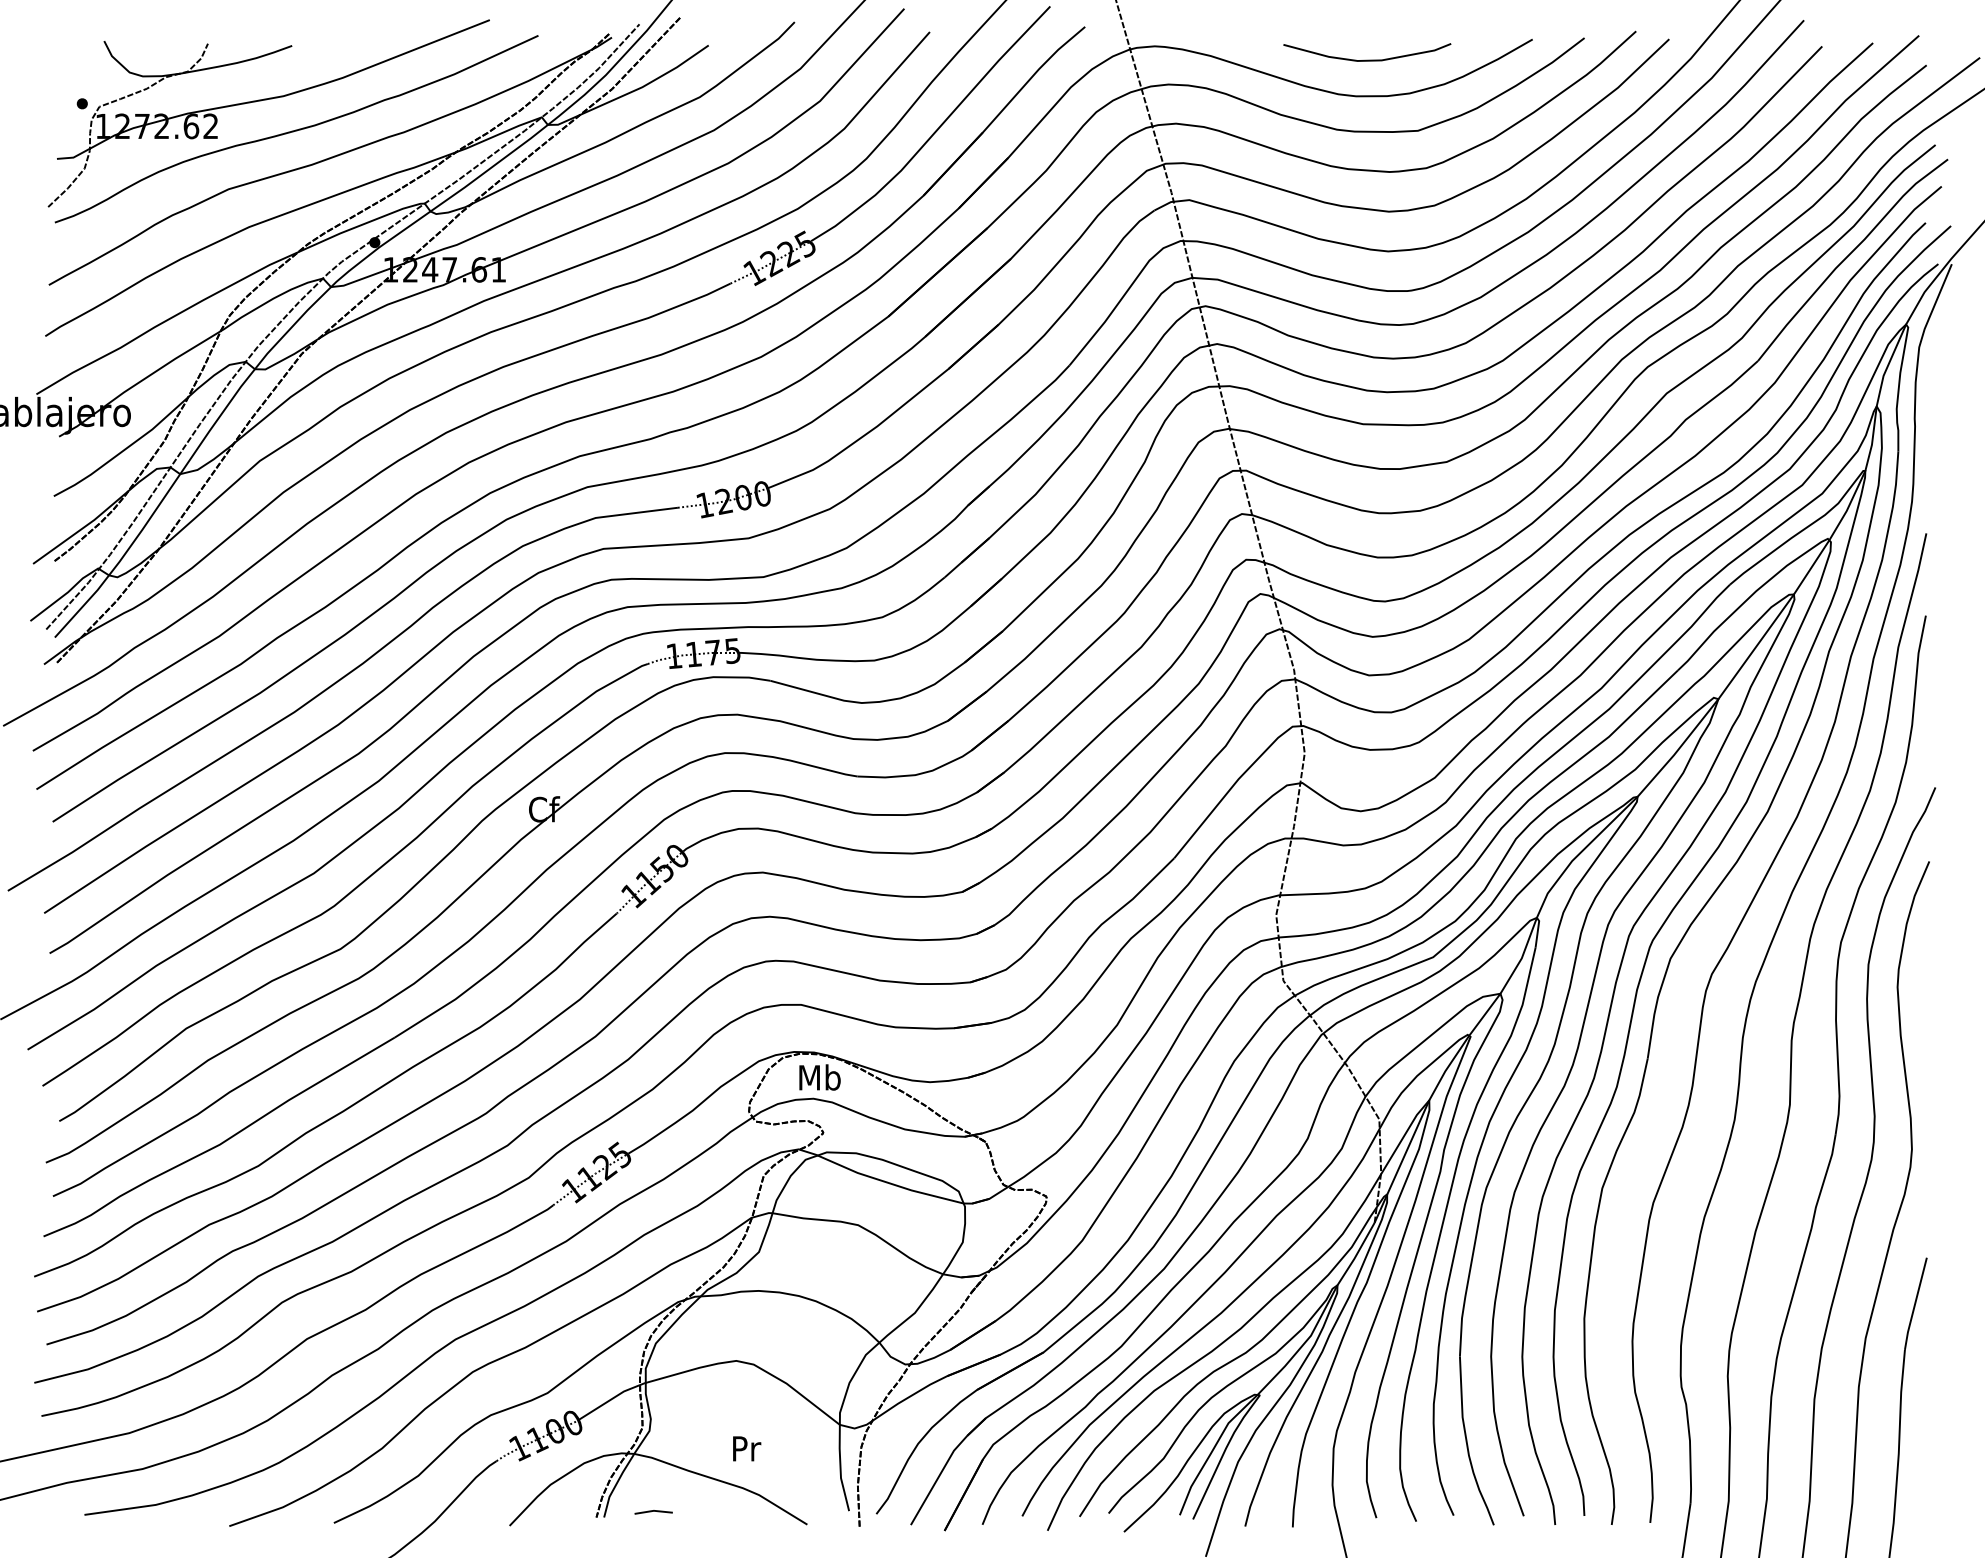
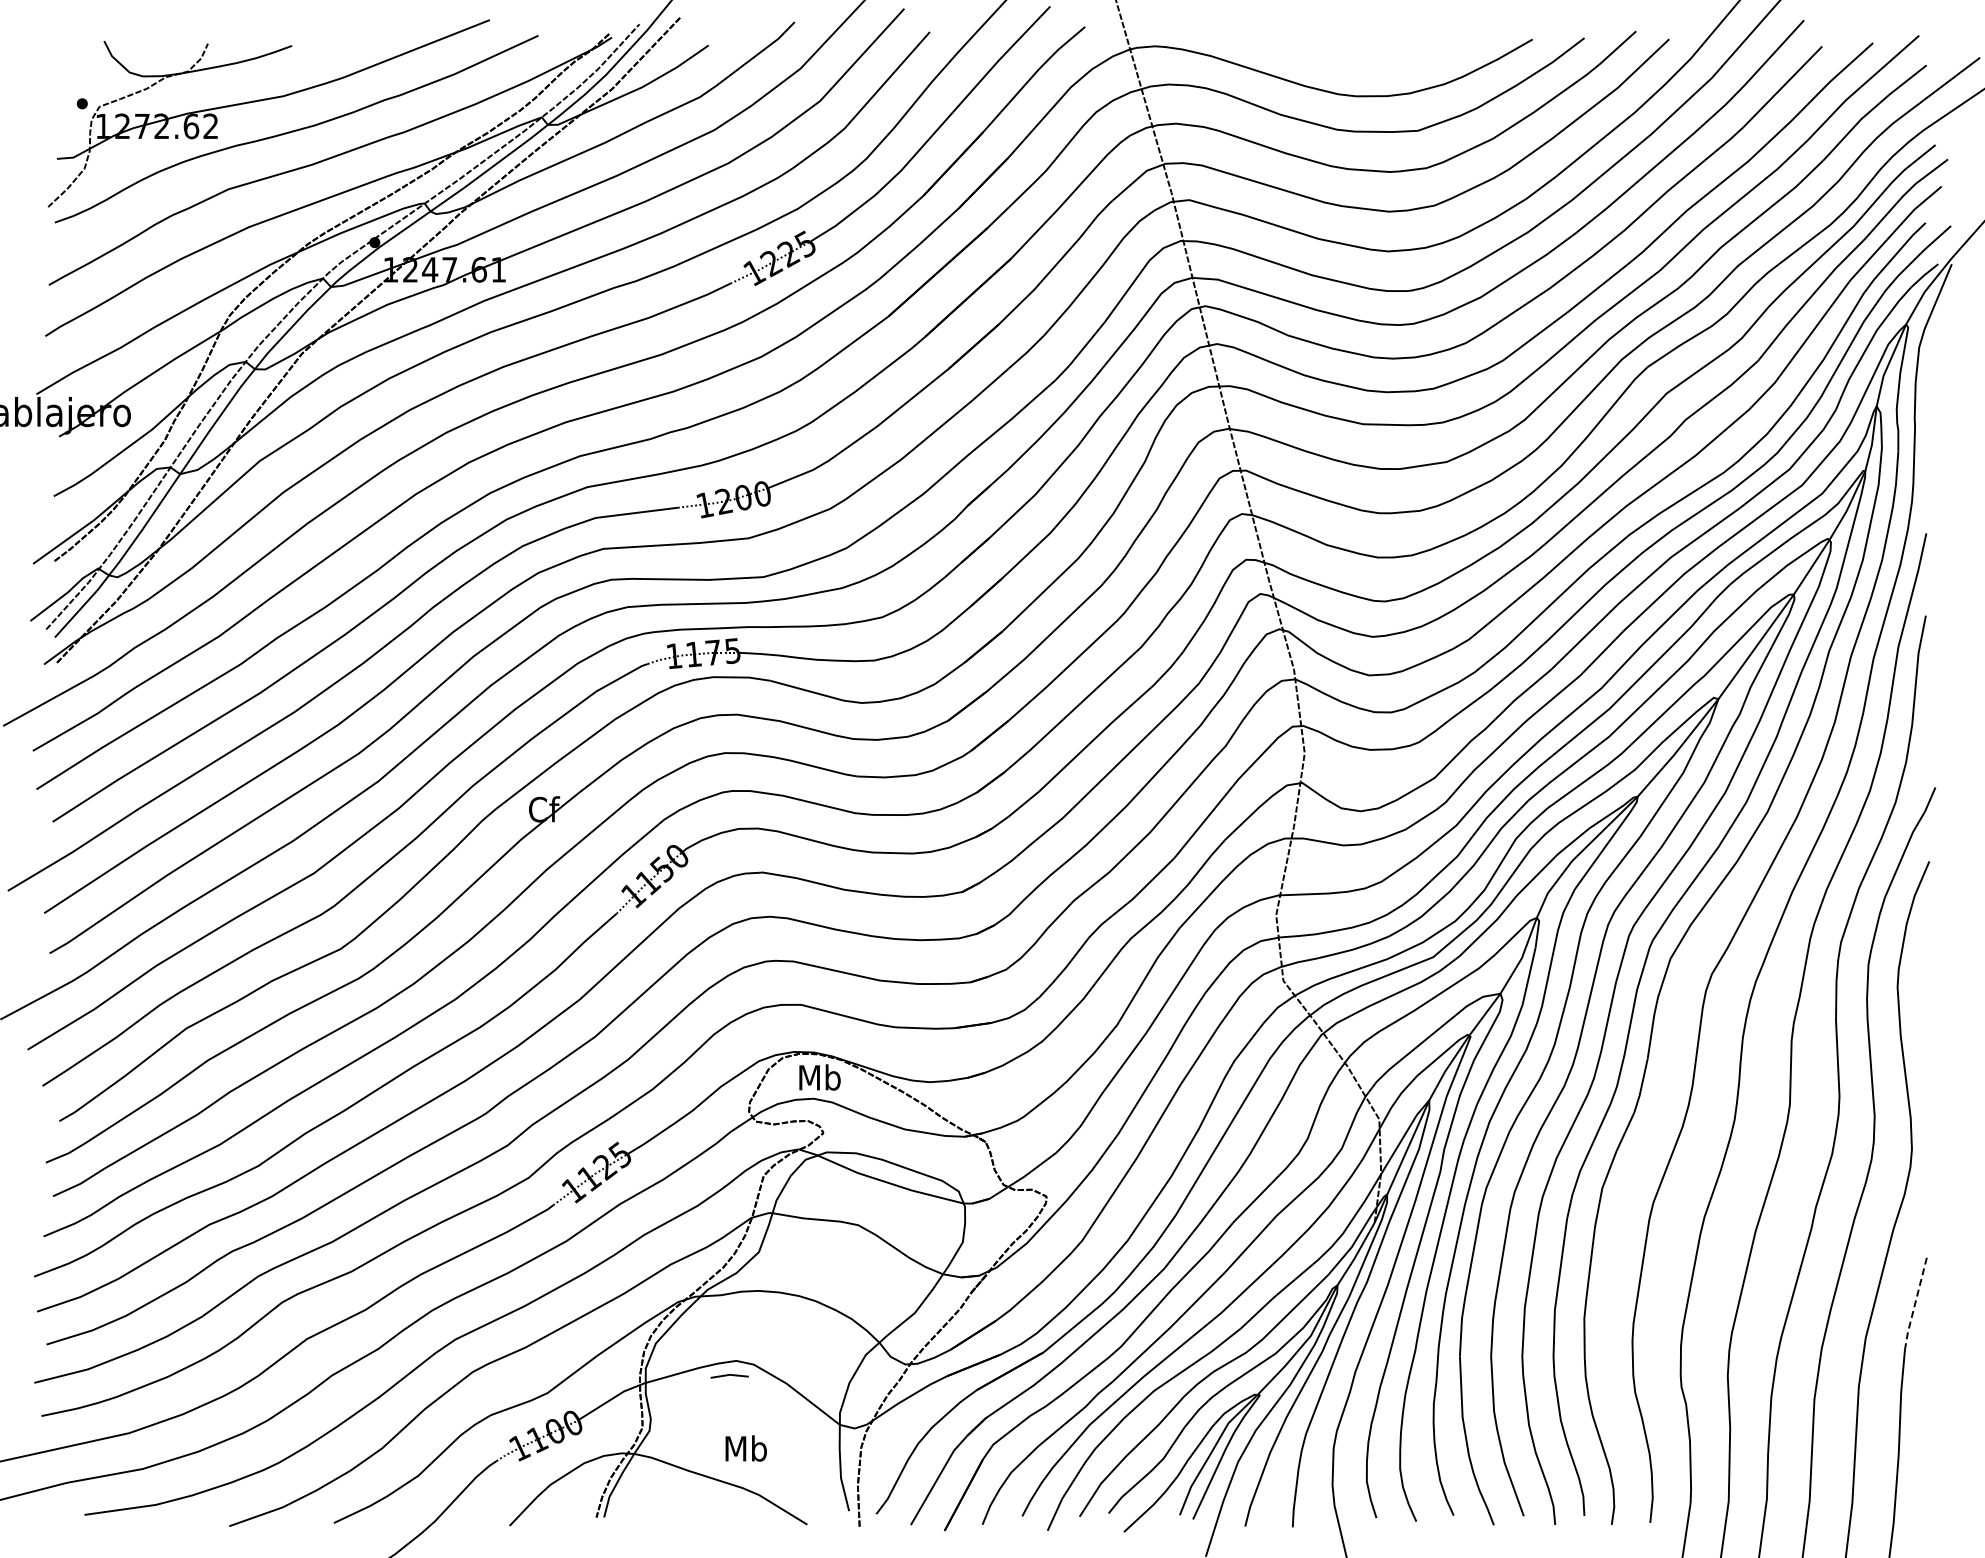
curve at (1367, 59): present -> none
line at (1915, 1304): solid -> dashed
text at (745, 1448): Pr -> Mb
line at (653, 1511) position: (653, 1511) -> (729, 1375)
